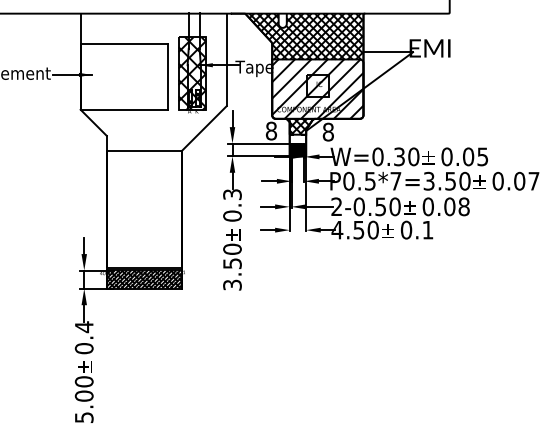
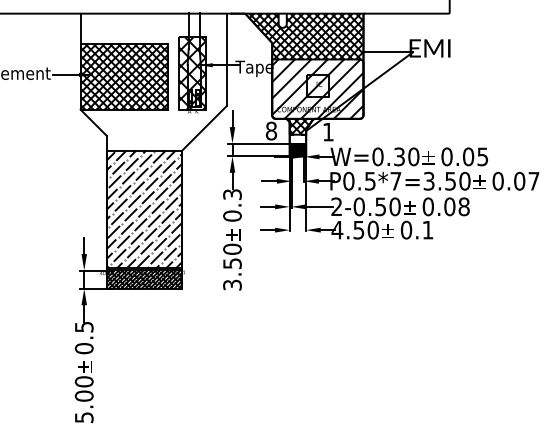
hatch at (124, 76): none -> present
text at (327, 131): 8 -> 1
hatch at (143, 209): none -> present
text at (84, 327): 0.4 -> 0.5
